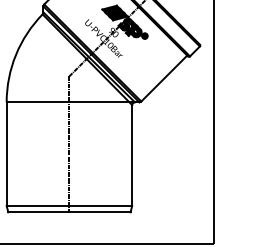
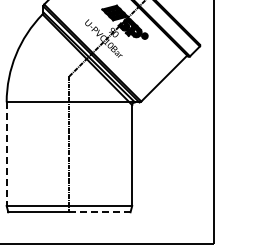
line at (6, 154): solid -> dashed
line at (99, 212): solid -> dashed
